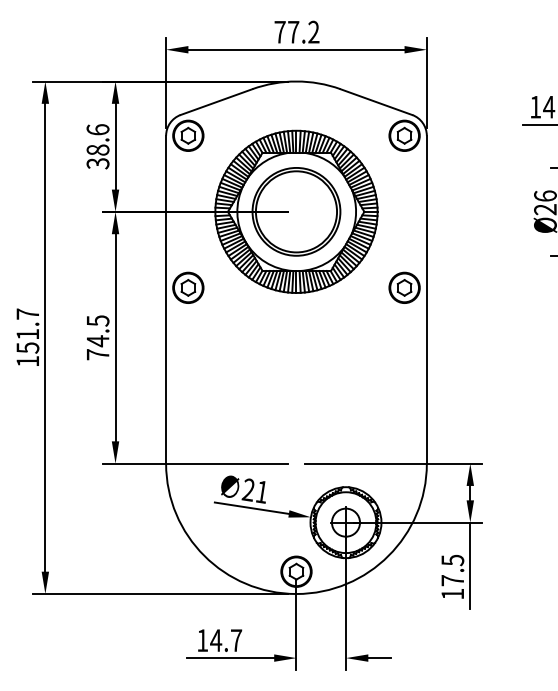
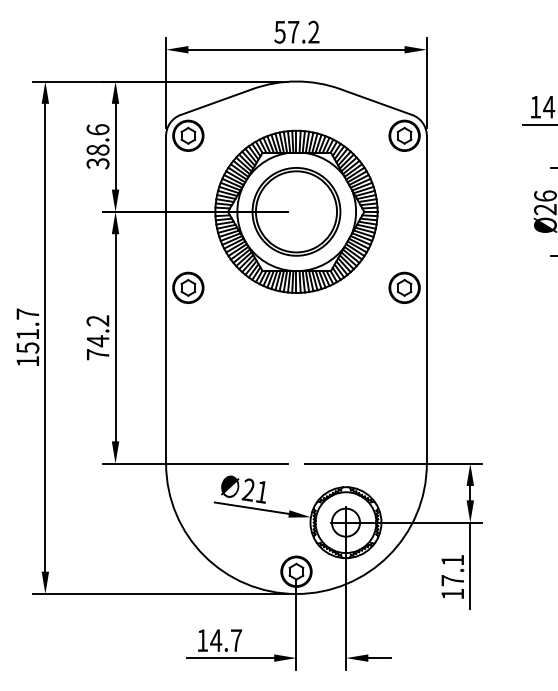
text at (279, 32): 77.2 -> 57.2
text at (97, 320): 74.5 -> 74.2
text at (452, 560): 17.5 -> 17.1
